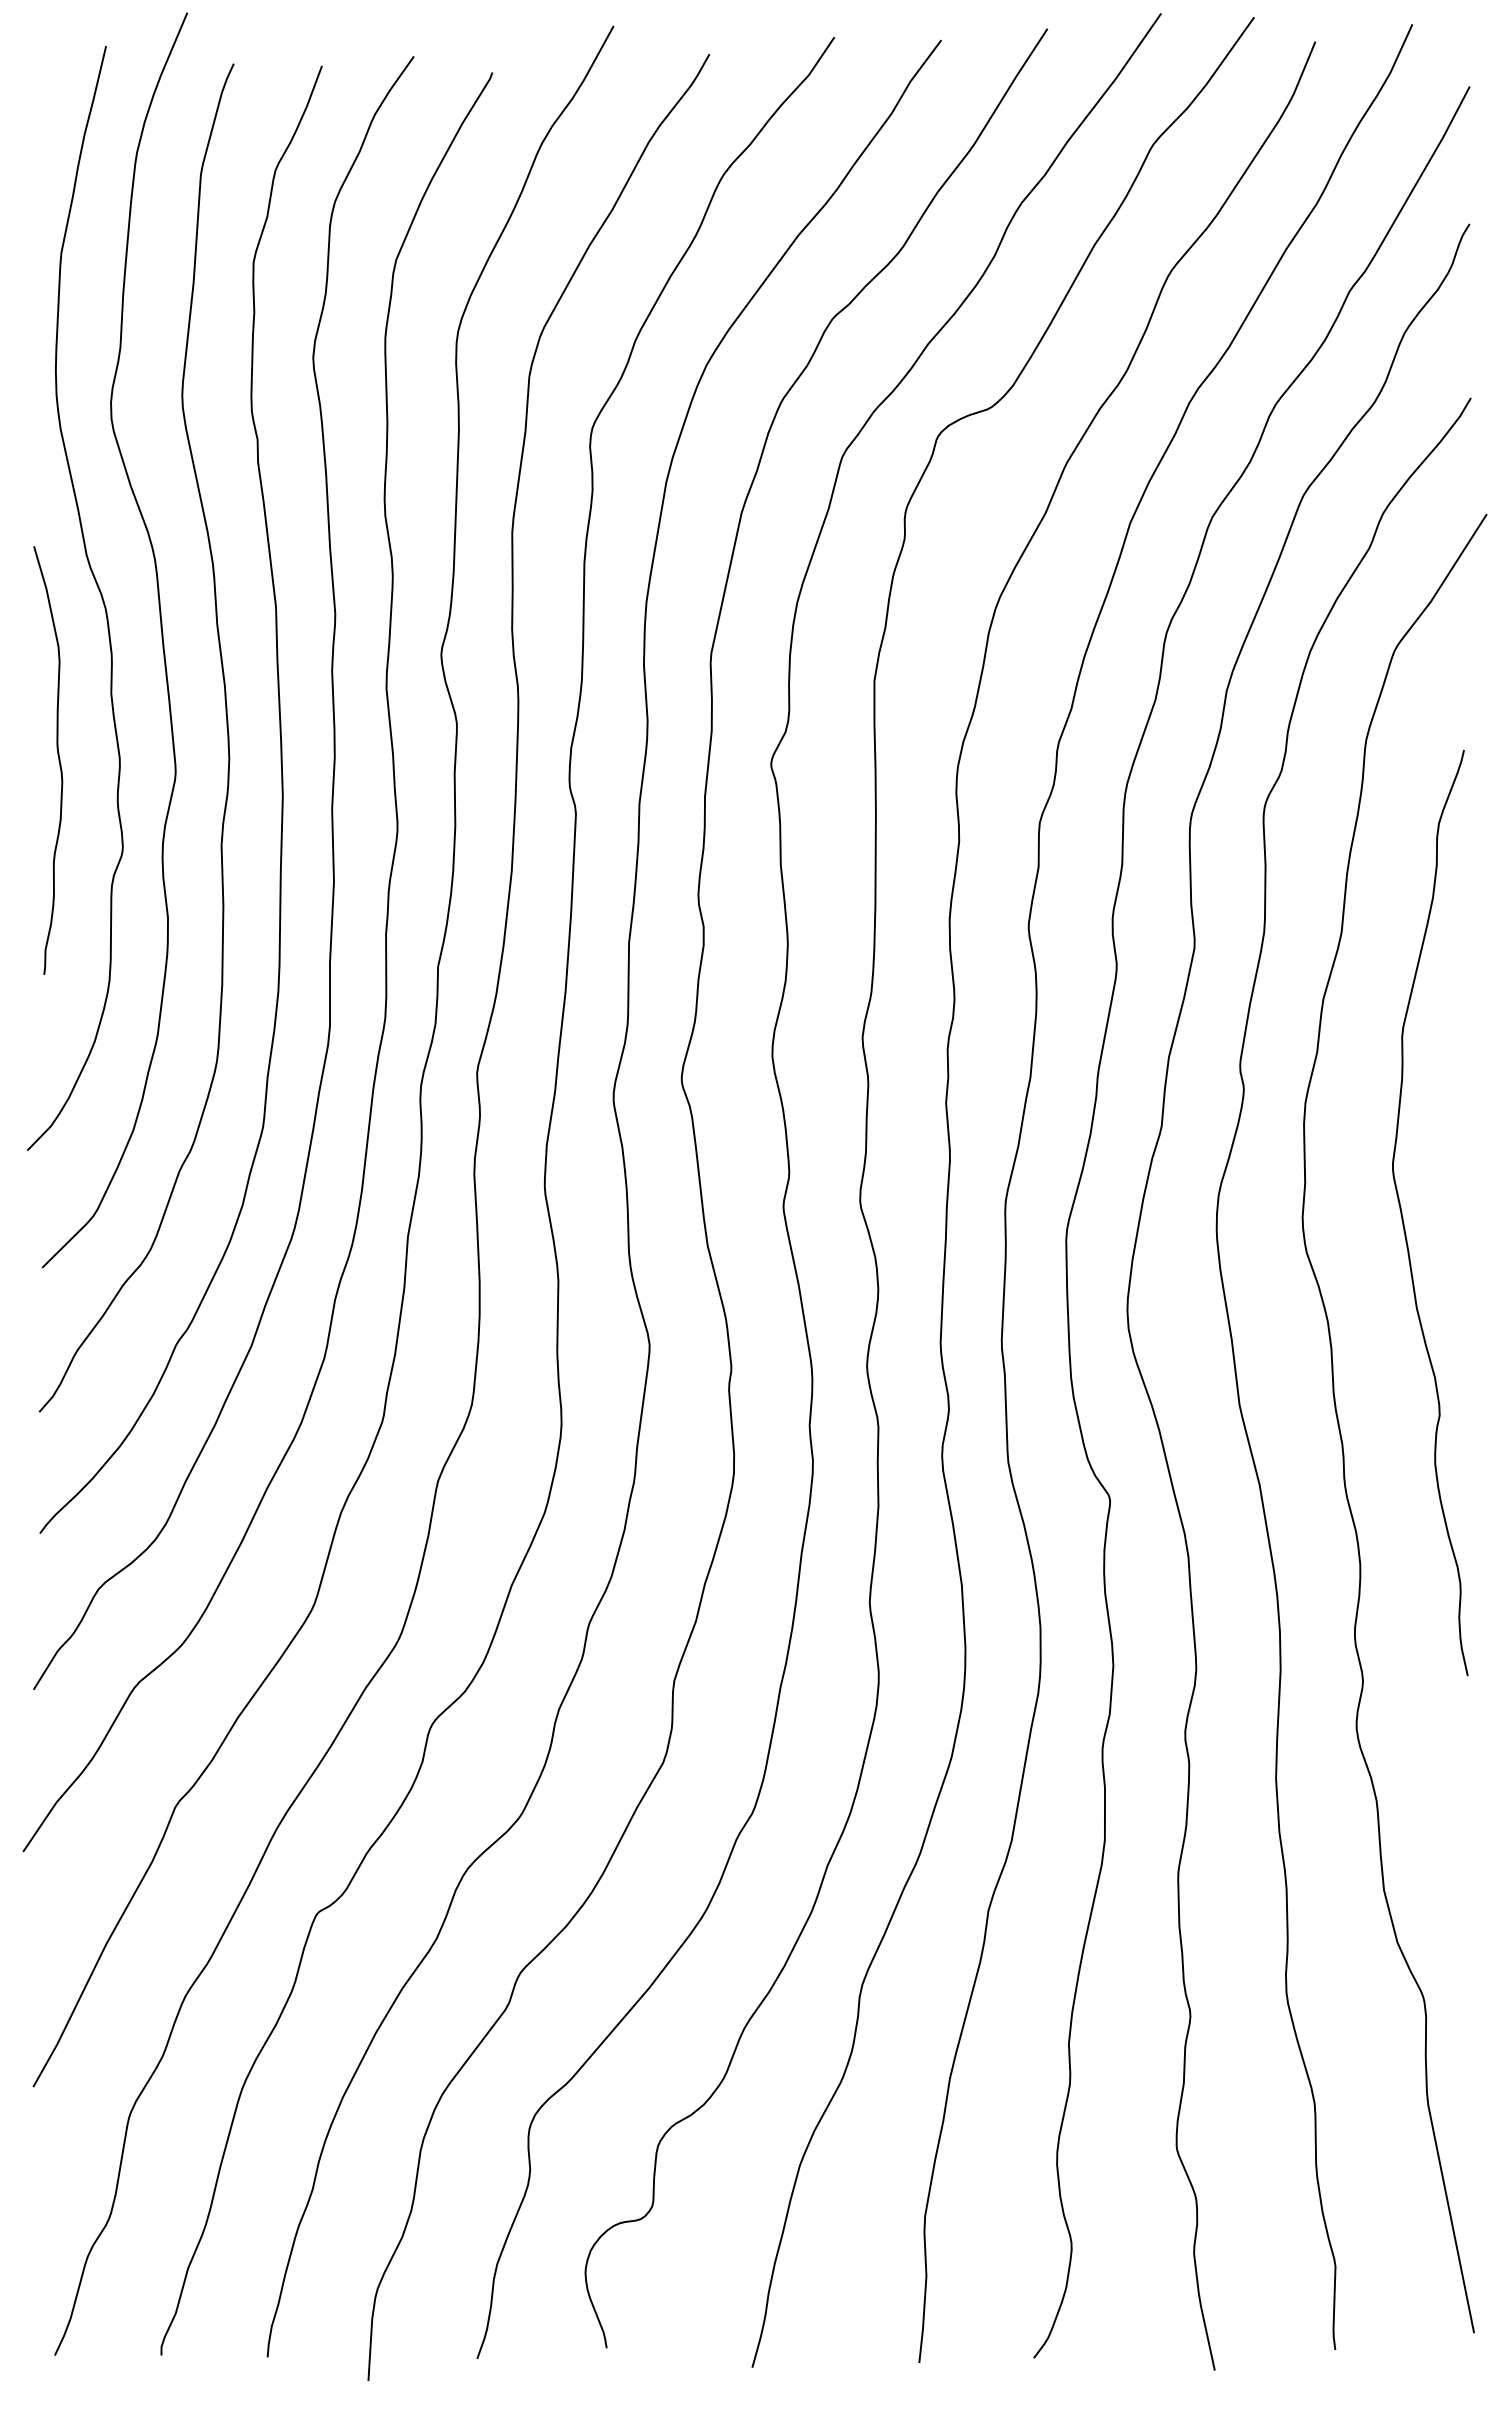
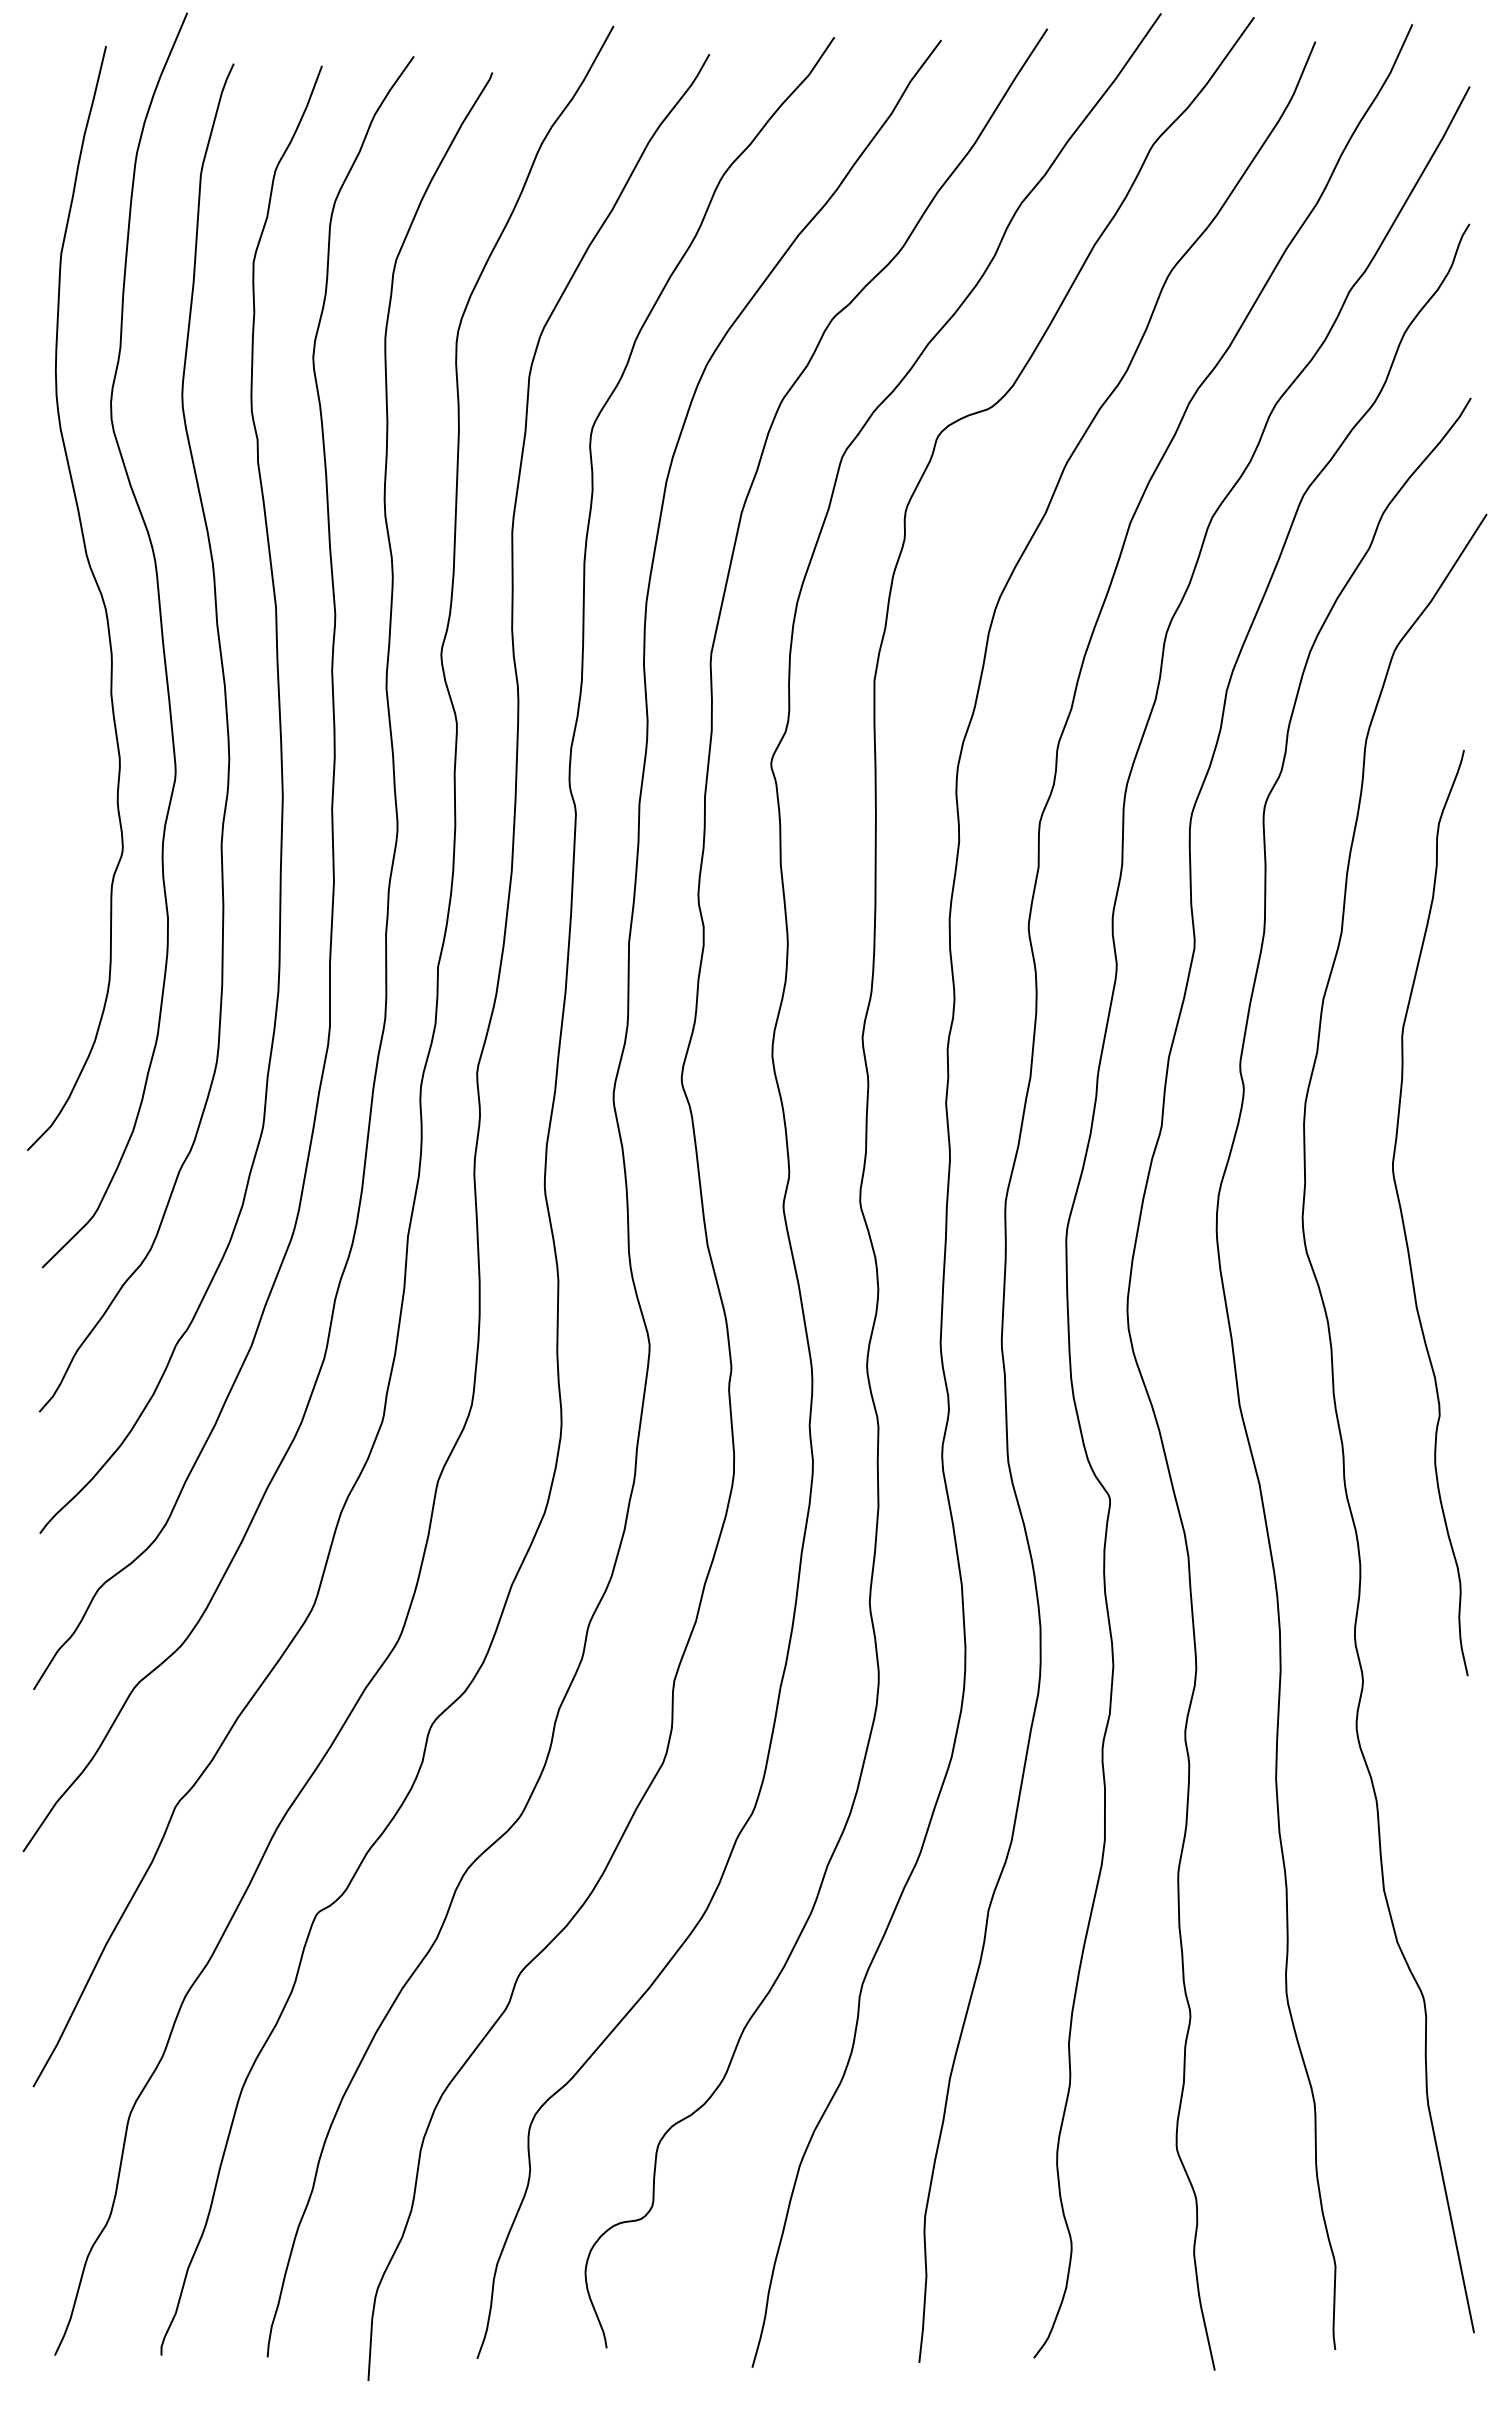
curve at (58, 760): present -> none
